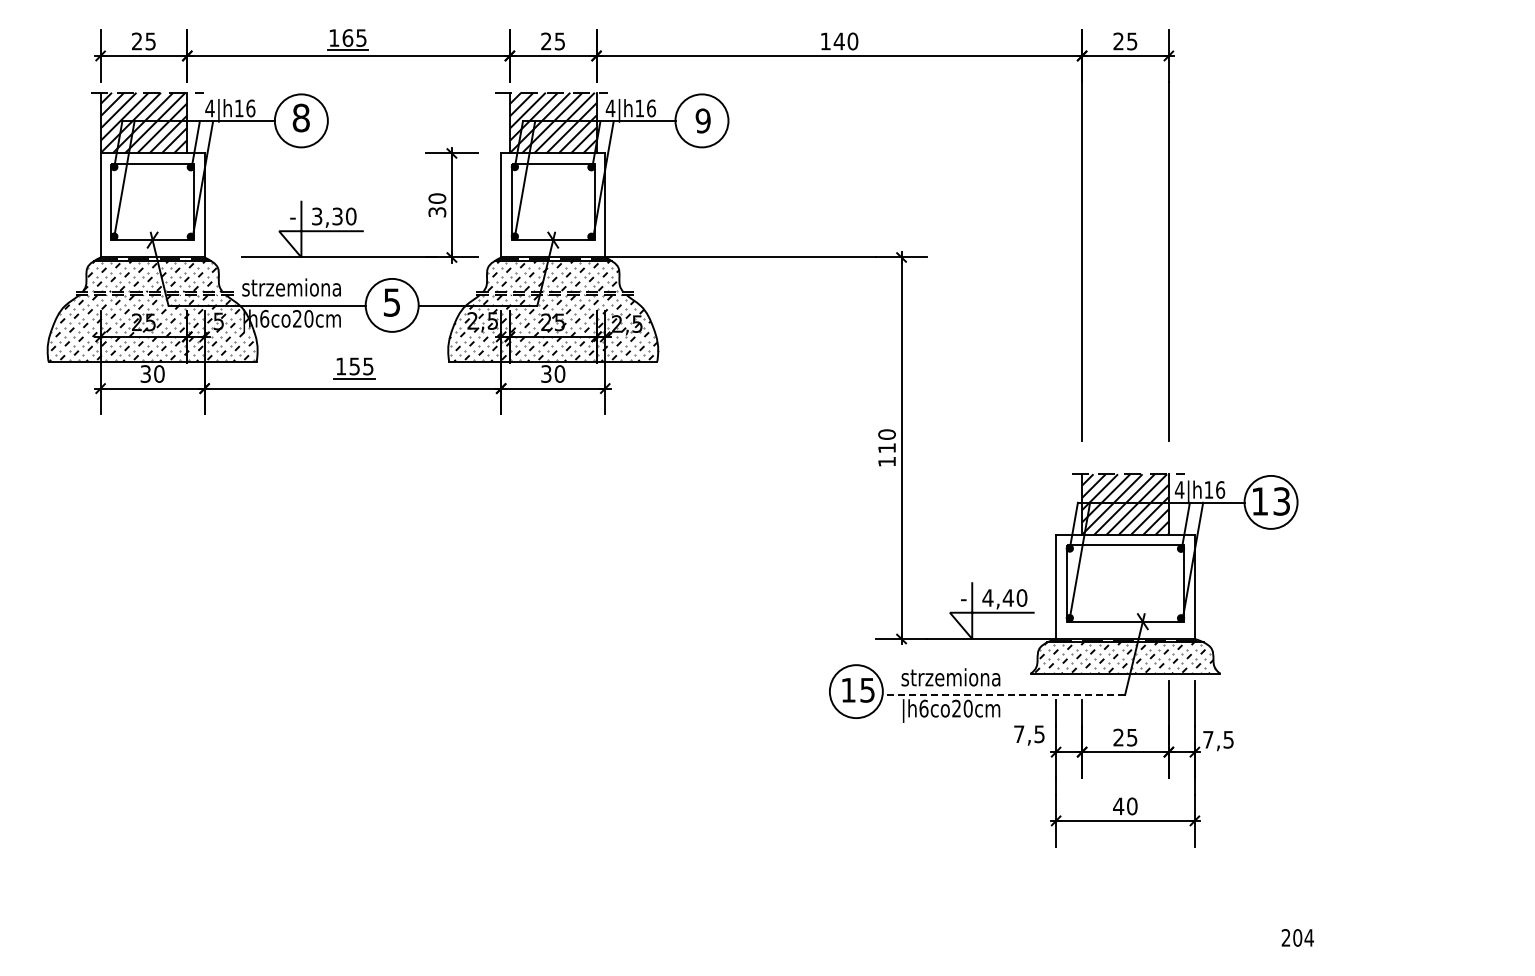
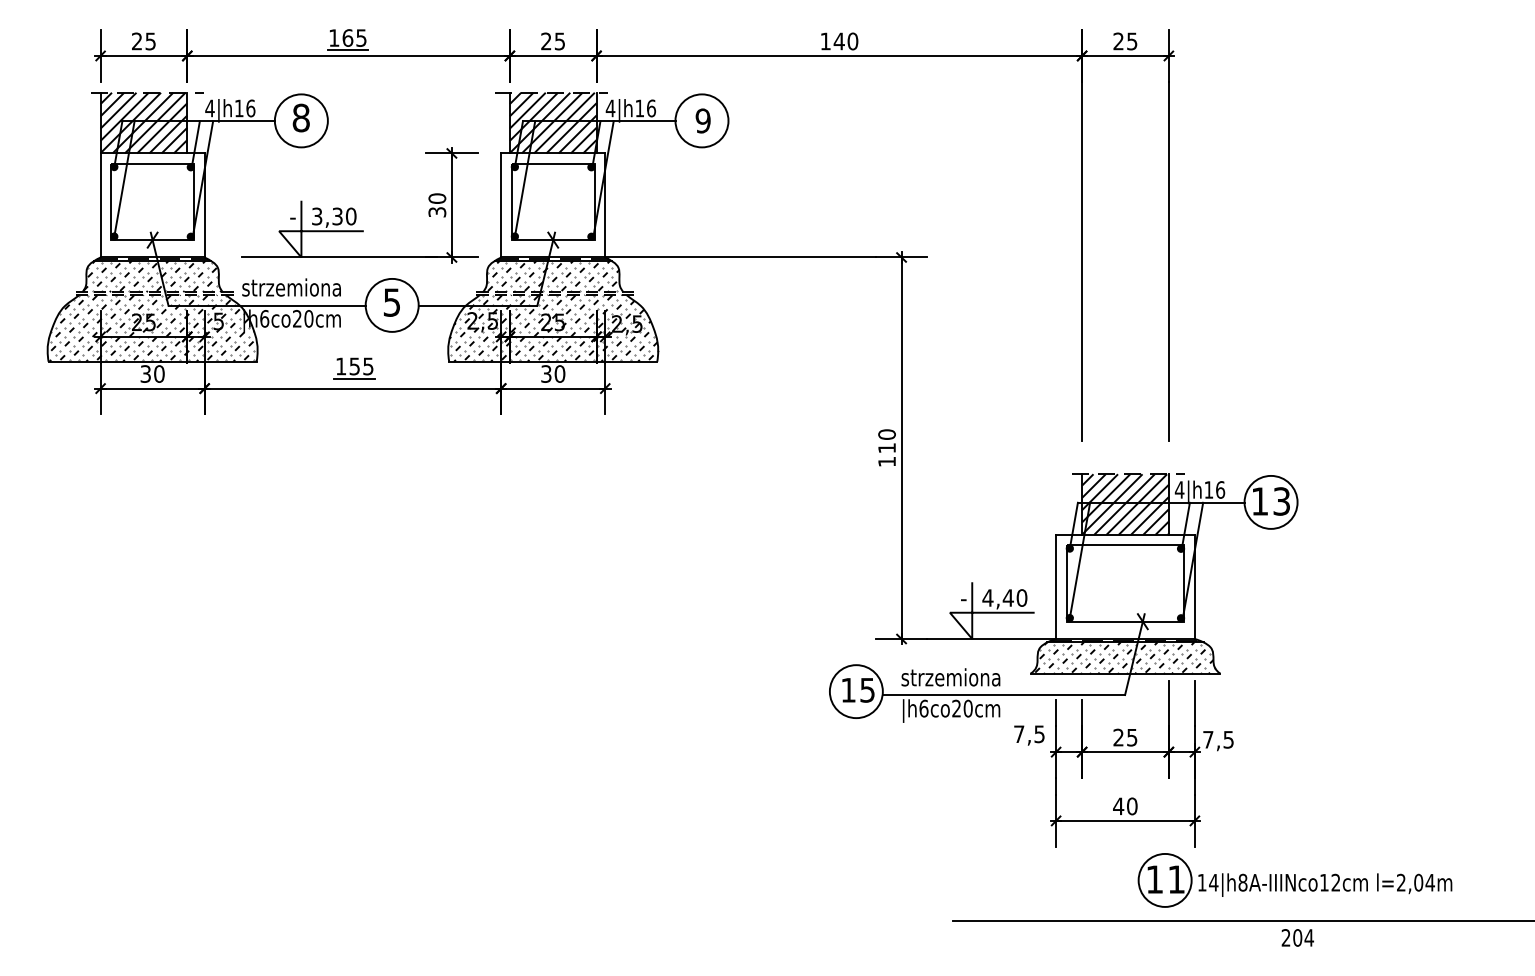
line at (1003, 695): dashed -> solid
part at (1294, 880): none -> present
line at (1242, 920): none -> present
